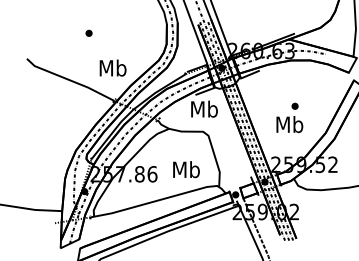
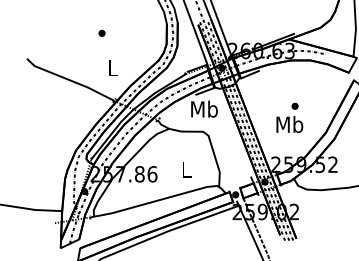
part at (88, 32) position: (88, 32) -> (101, 32)
text at (112, 67): Mb -> L
text at (186, 169): Mb -> L
